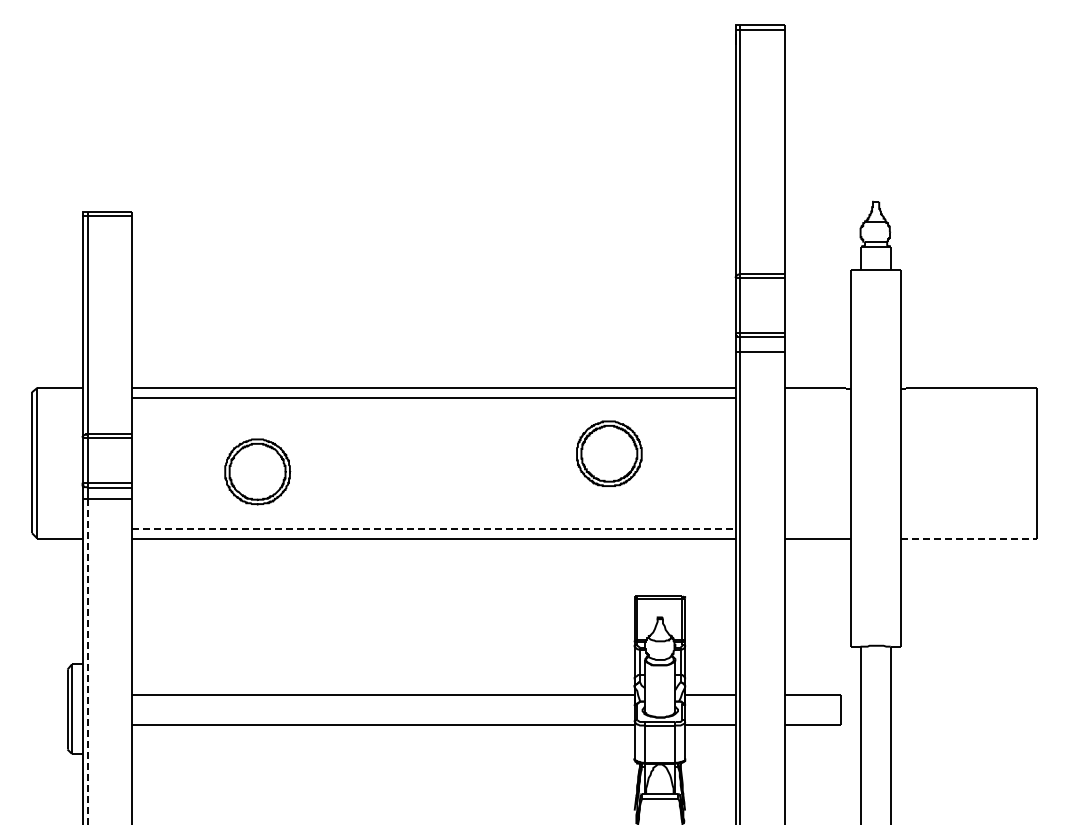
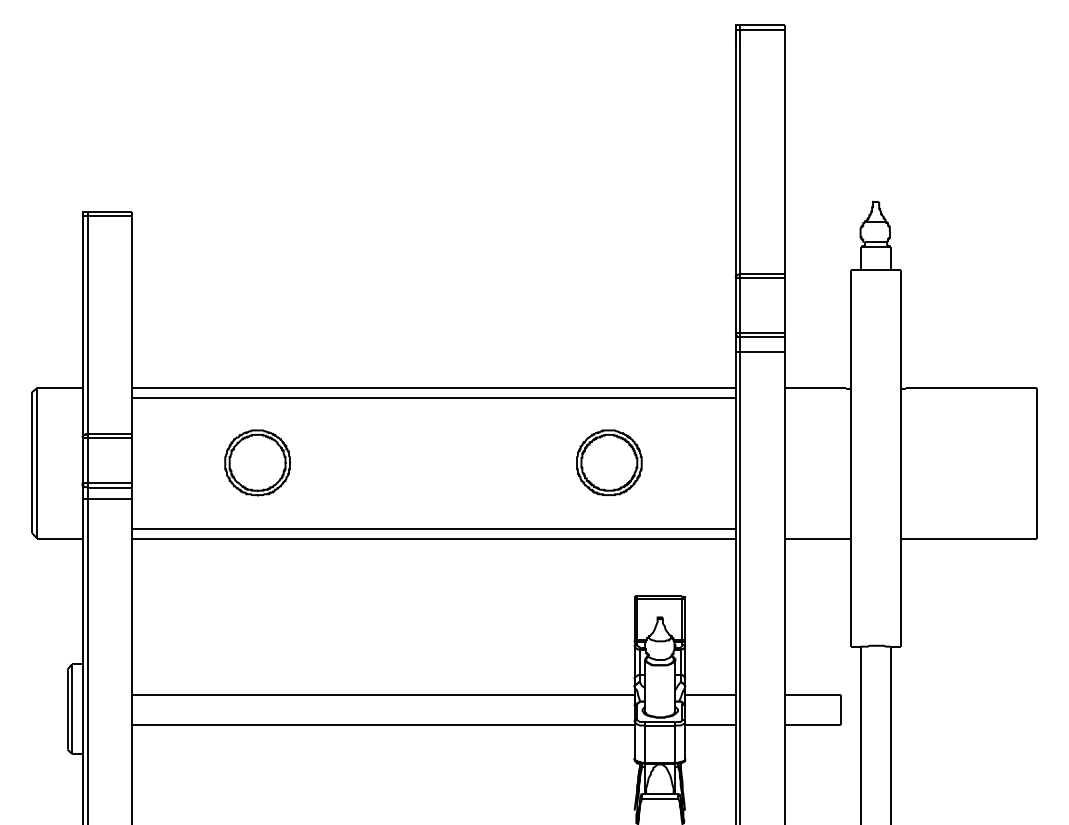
part at (609, 453) position: (609, 453) -> (609, 462)
part at (257, 471) position: (257, 471) -> (257, 462)
line at (433, 528): dashed -> solid
line at (969, 538): dashed -> solid
line at (87, 661): dashed -> solid
